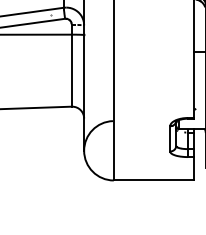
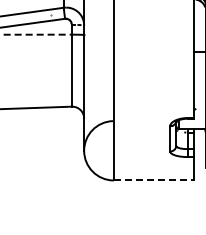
line at (36, 34): solid -> dashed
line at (154, 180): solid -> dashed
